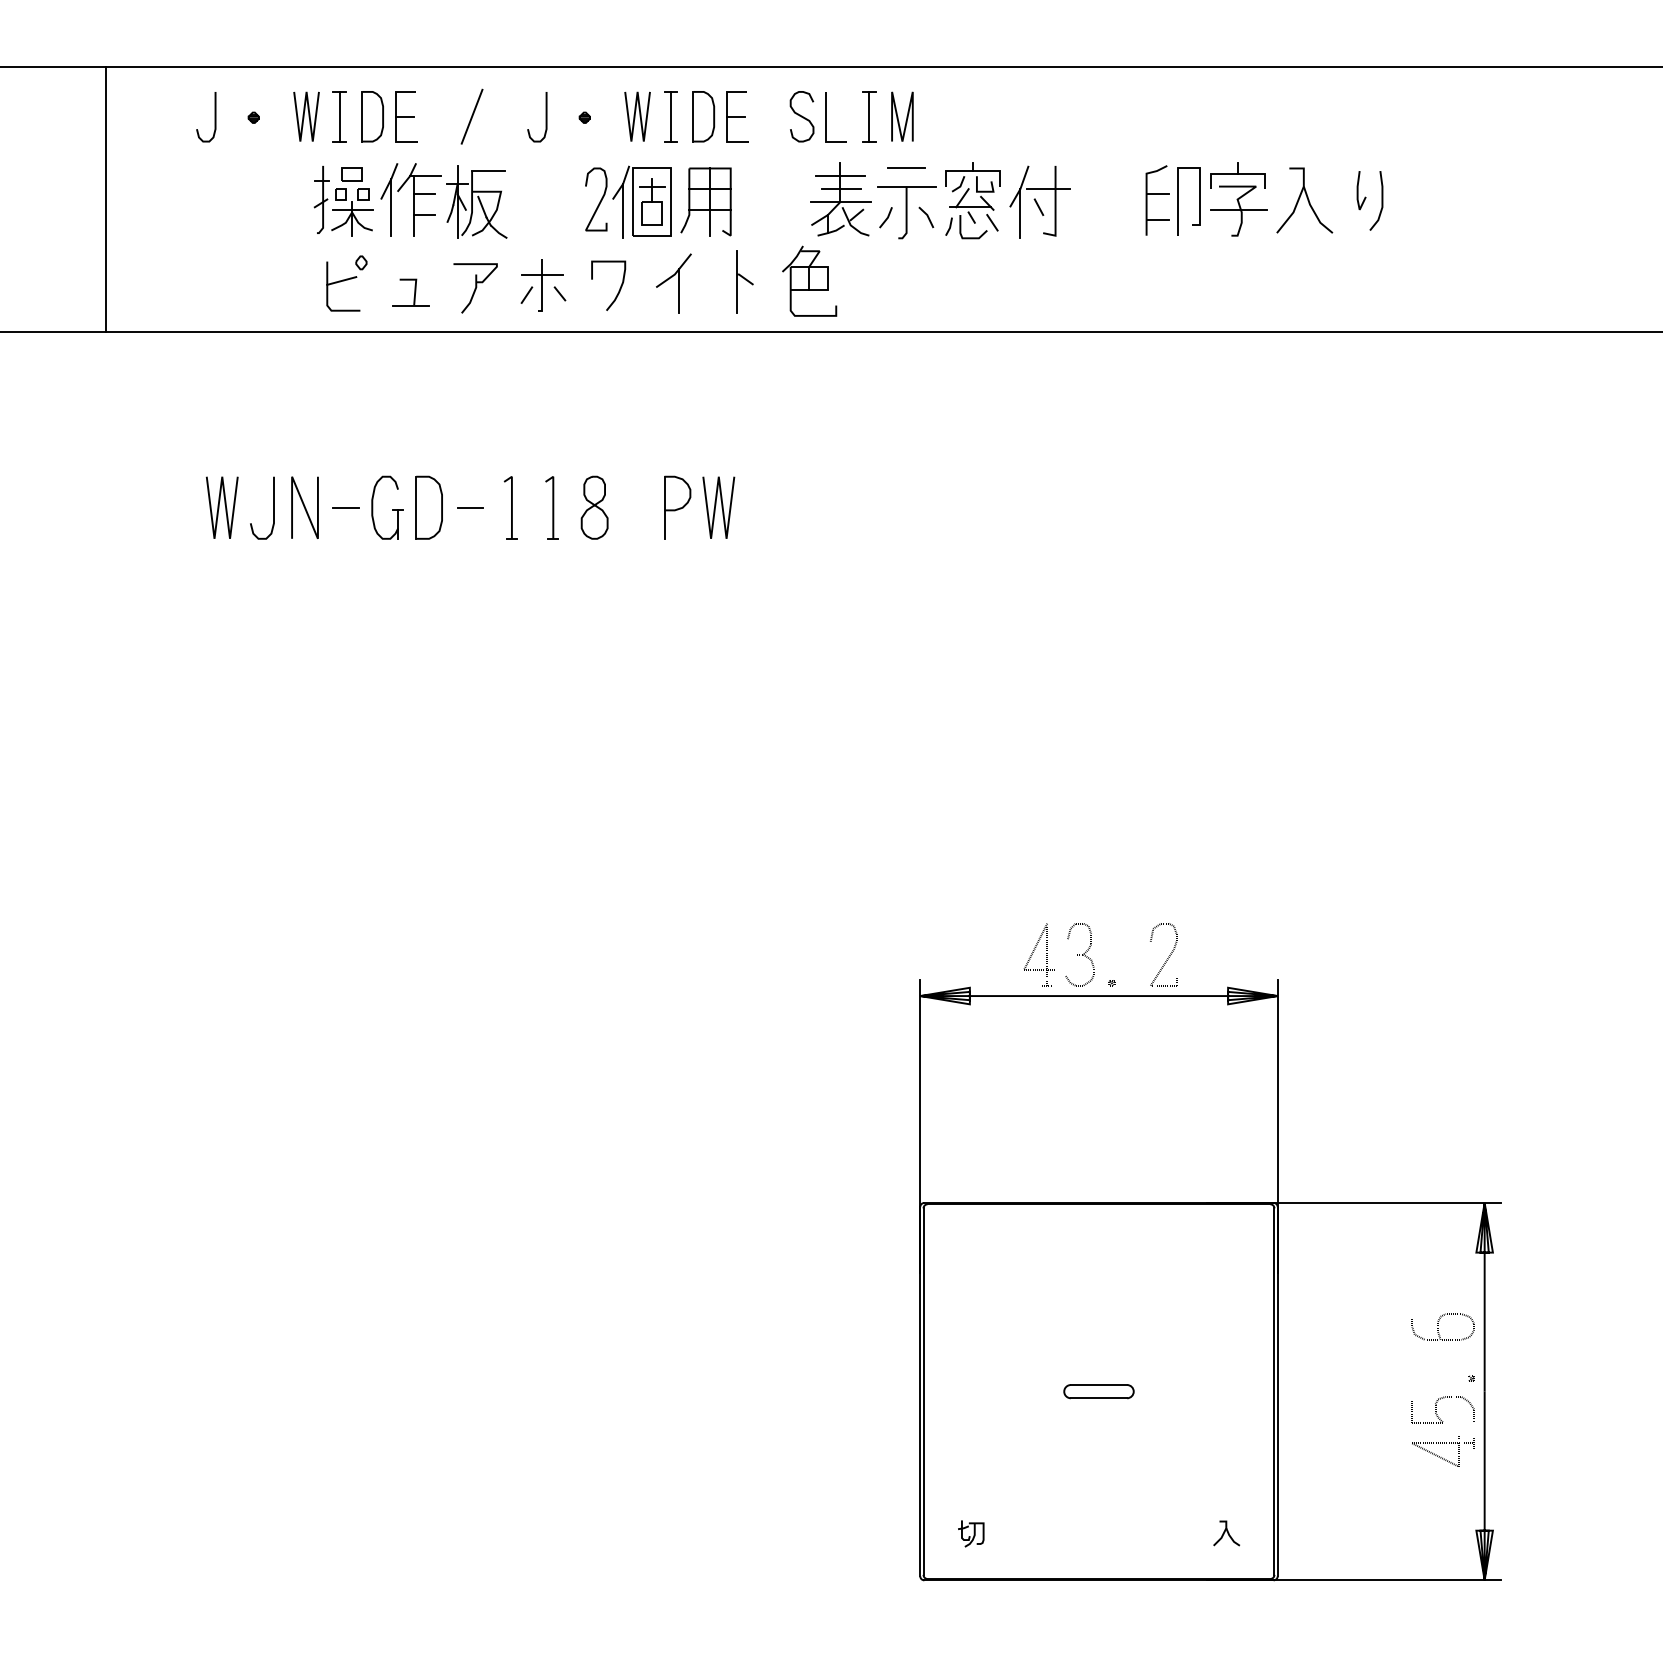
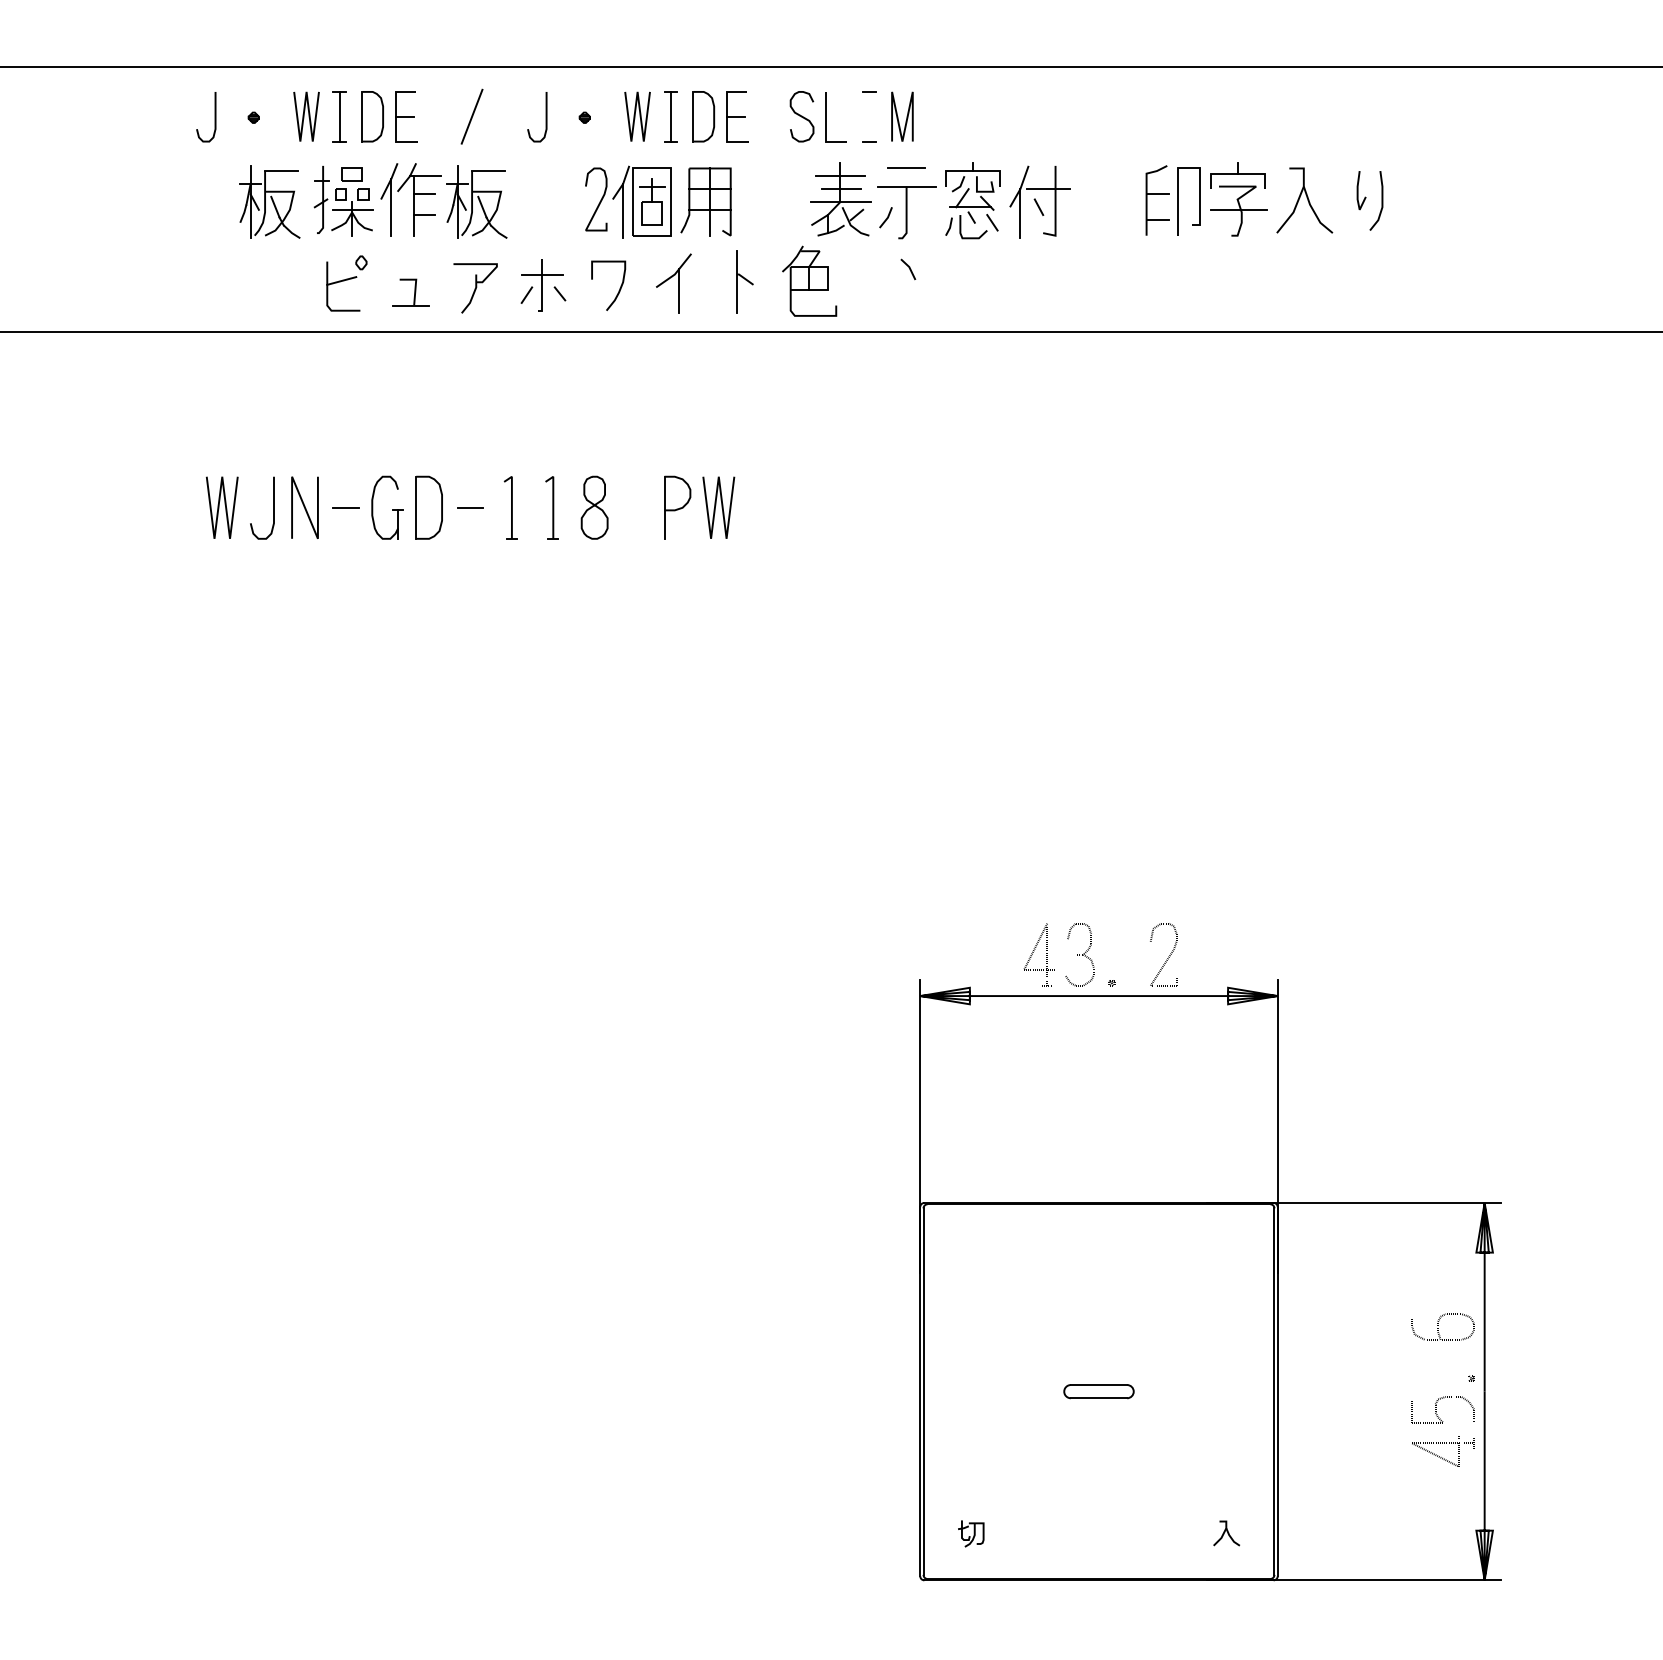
line at (869, 116): present -> none
line at (105, 199): present -> none
part at (269, 201): none -> present
line at (927, 217) position: (927, 217) -> (909, 269)
